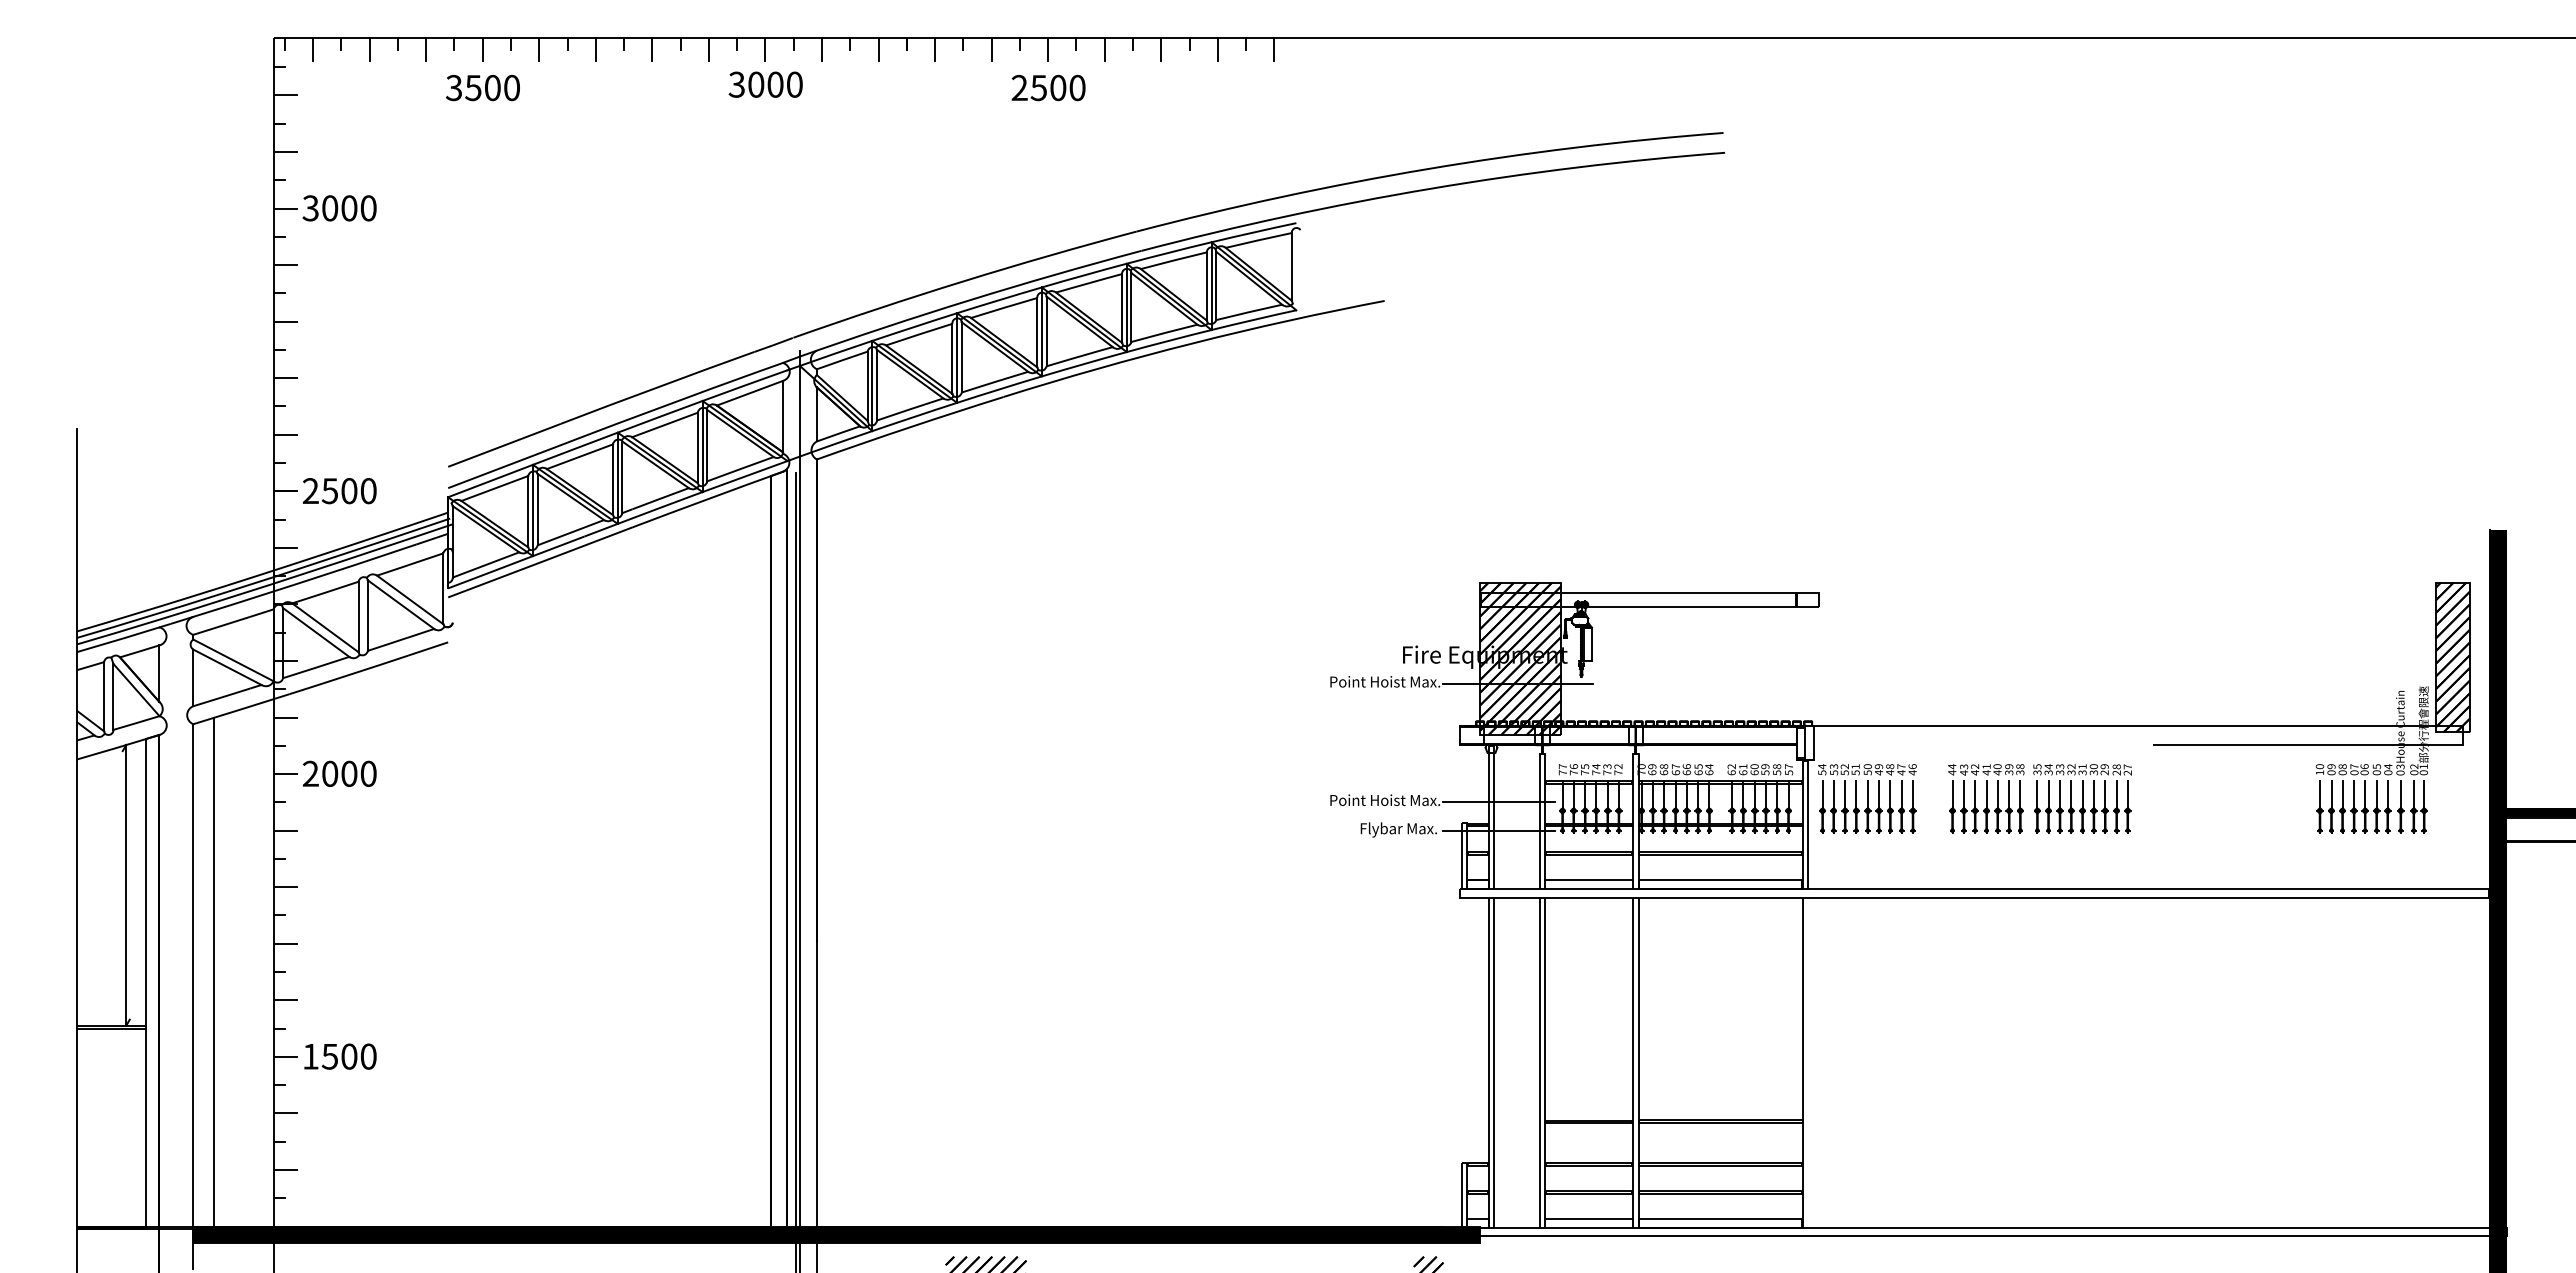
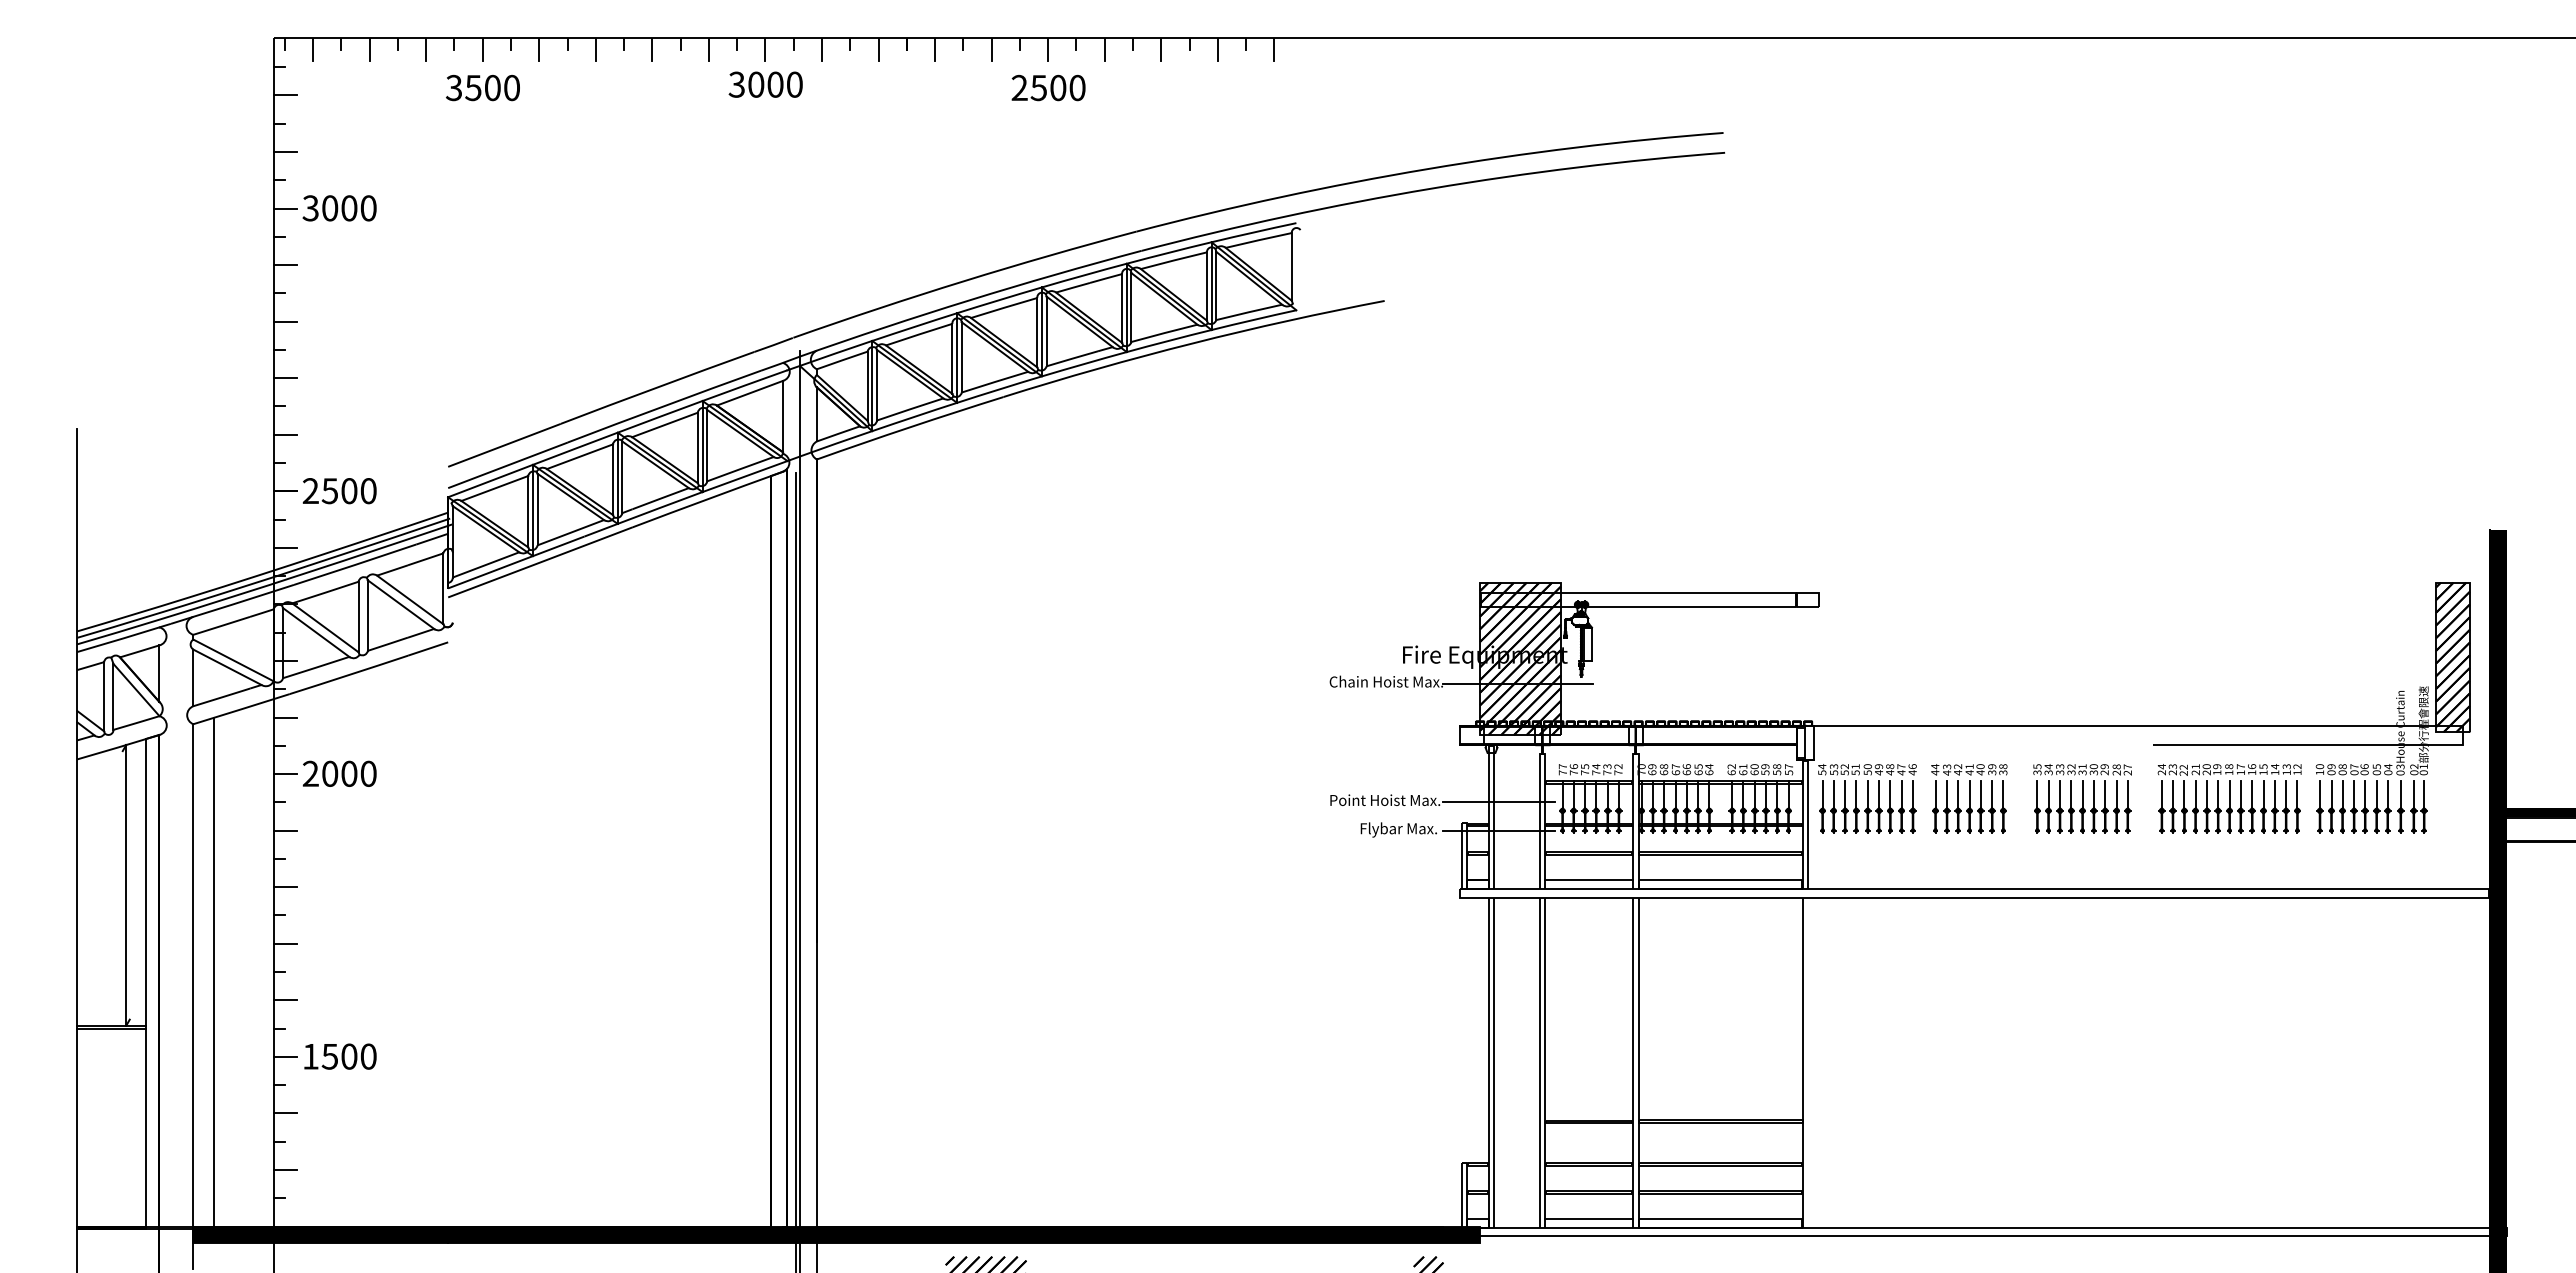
text at (1385, 681): Point Hoist Max. -> Chain Hoist Max.
part at (1986, 798) position: (1986, 798) -> (1969, 798)
part at (2229, 798): none -> present
